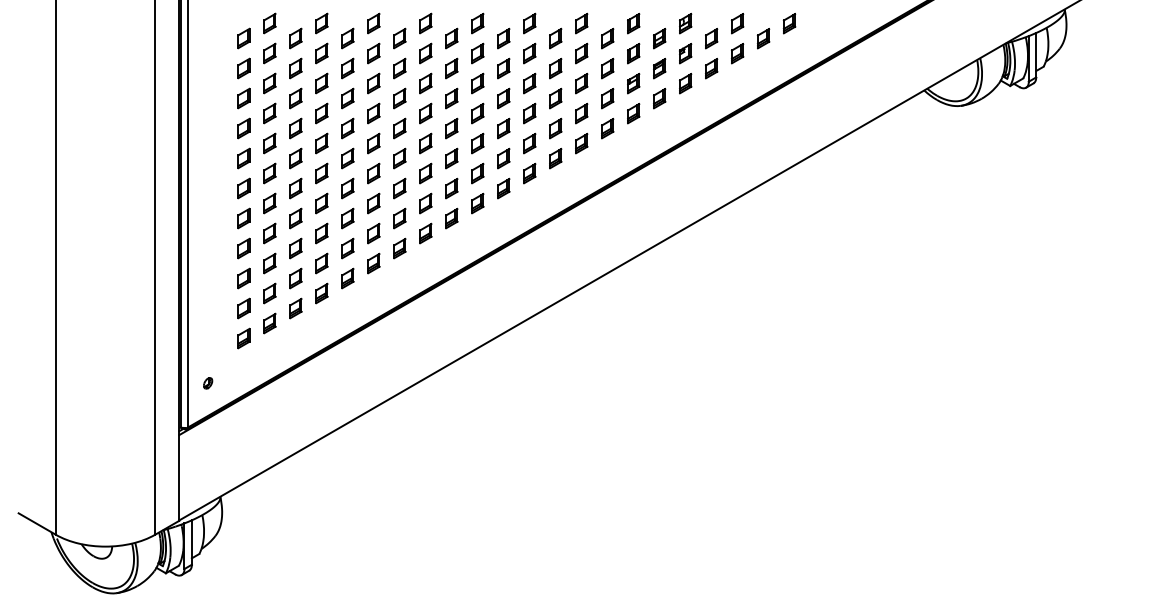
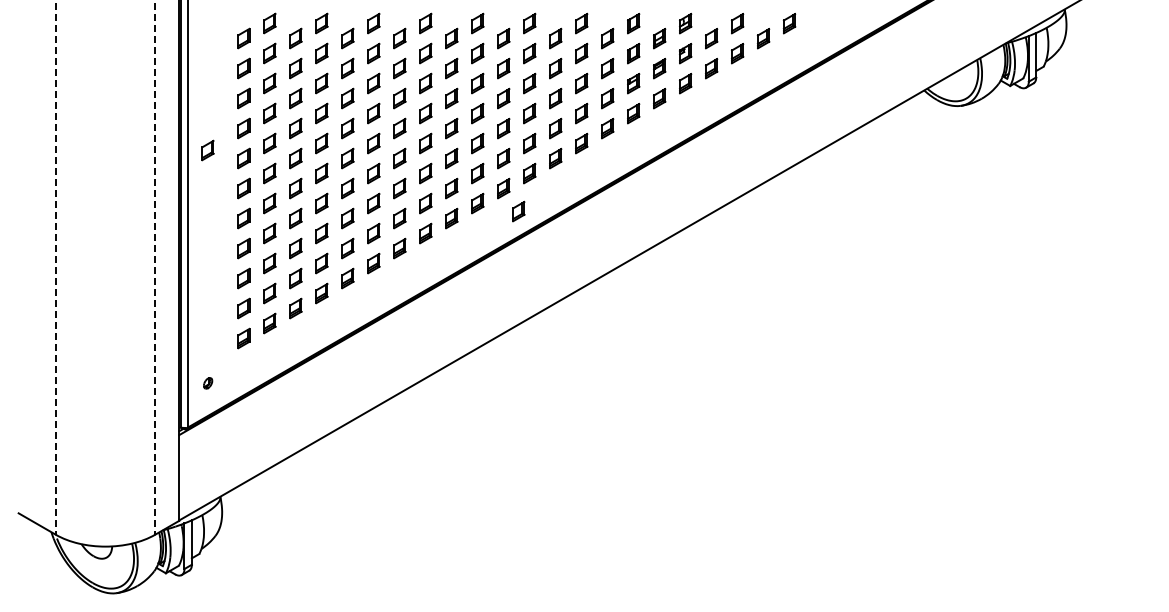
part at (207, 150): none -> present
part at (518, 211): none -> present
line at (55, 267): solid -> dashed
line at (155, 267): solid -> dashed
